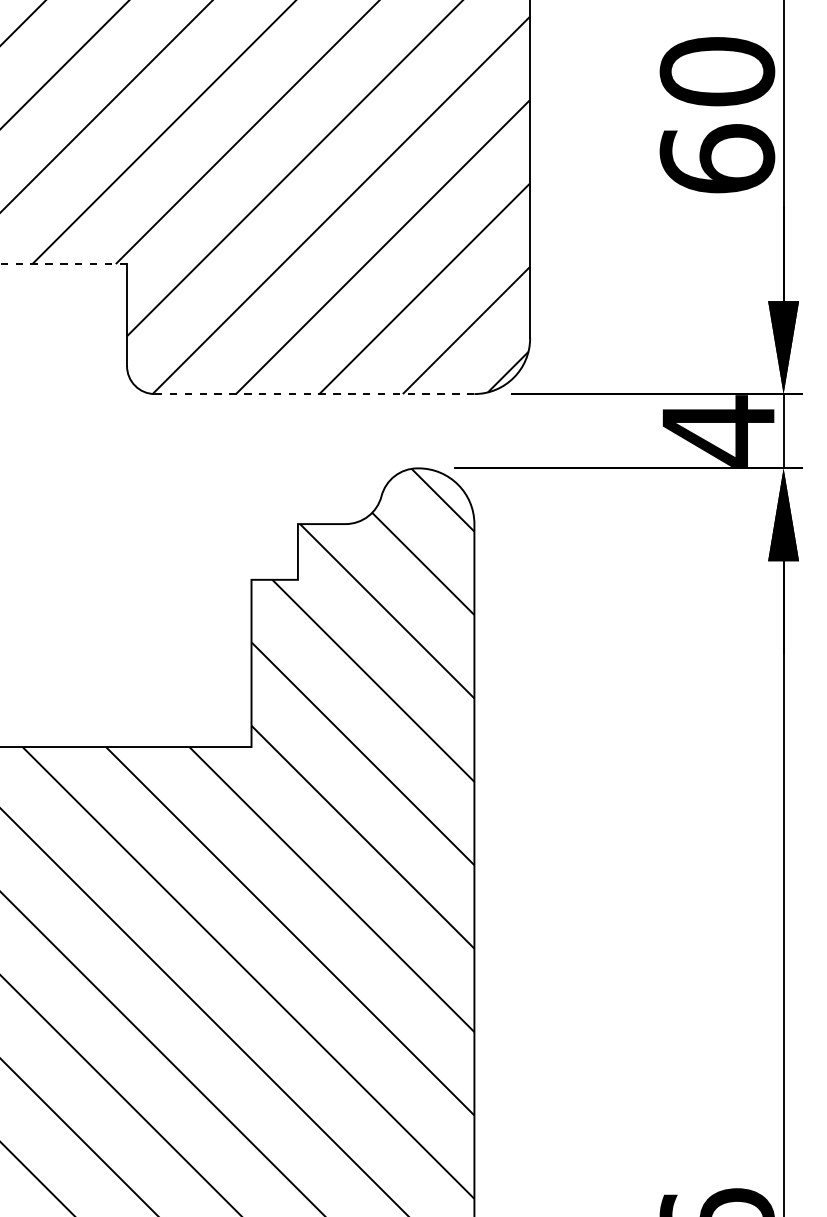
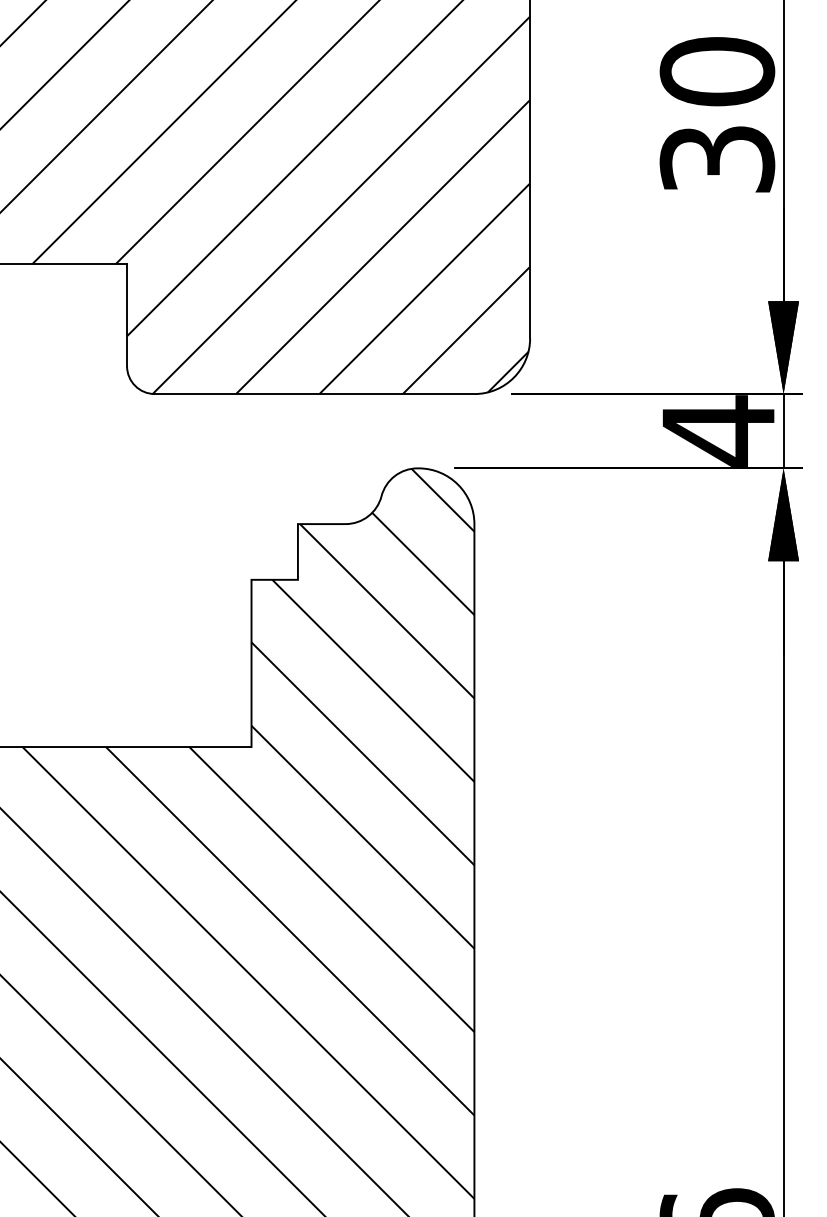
text at (717, 158): 60 -> 30
line at (64, 264): dashed -> solid
line at (314, 394): dashed -> solid
